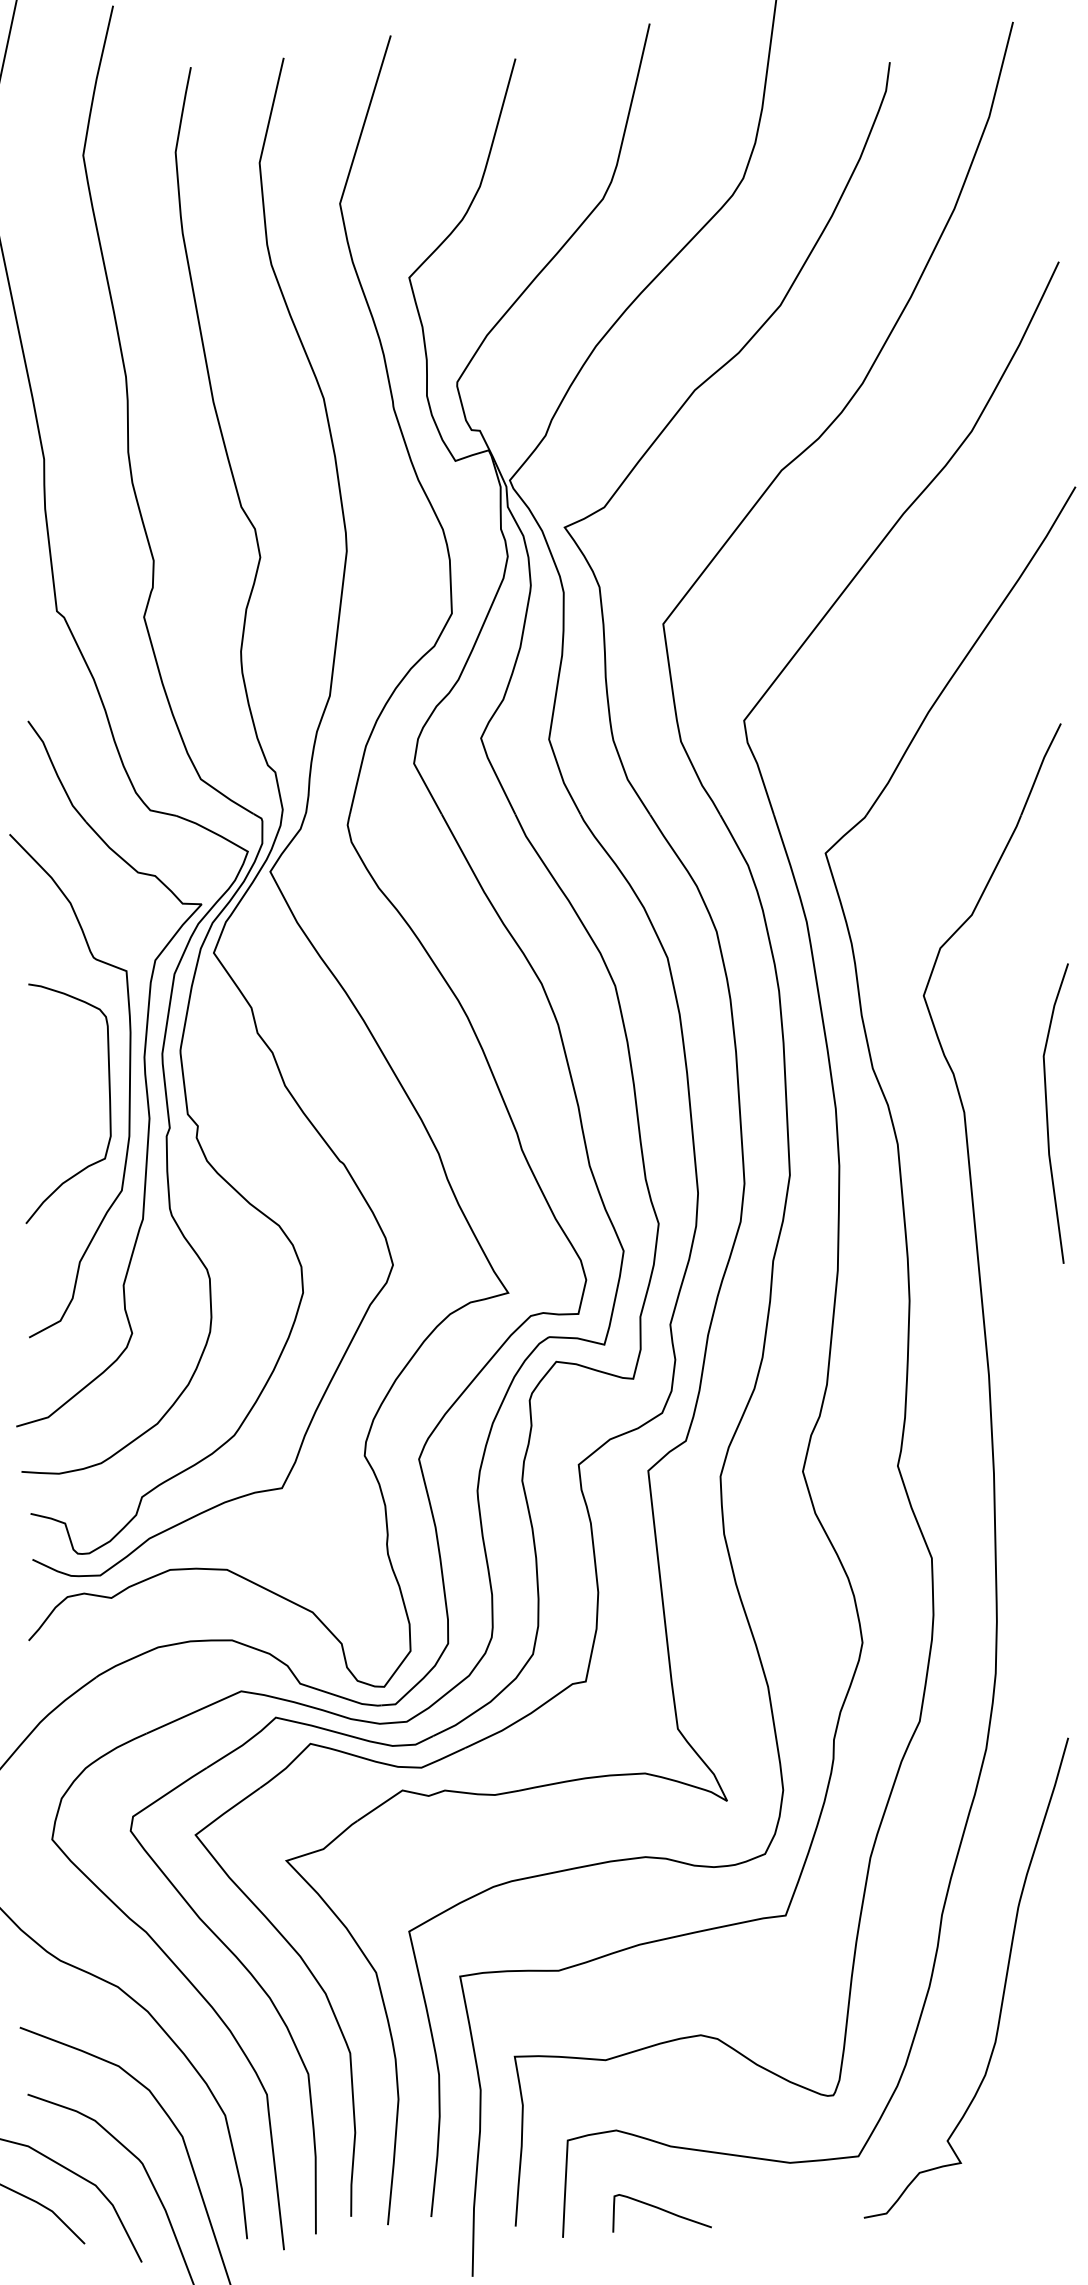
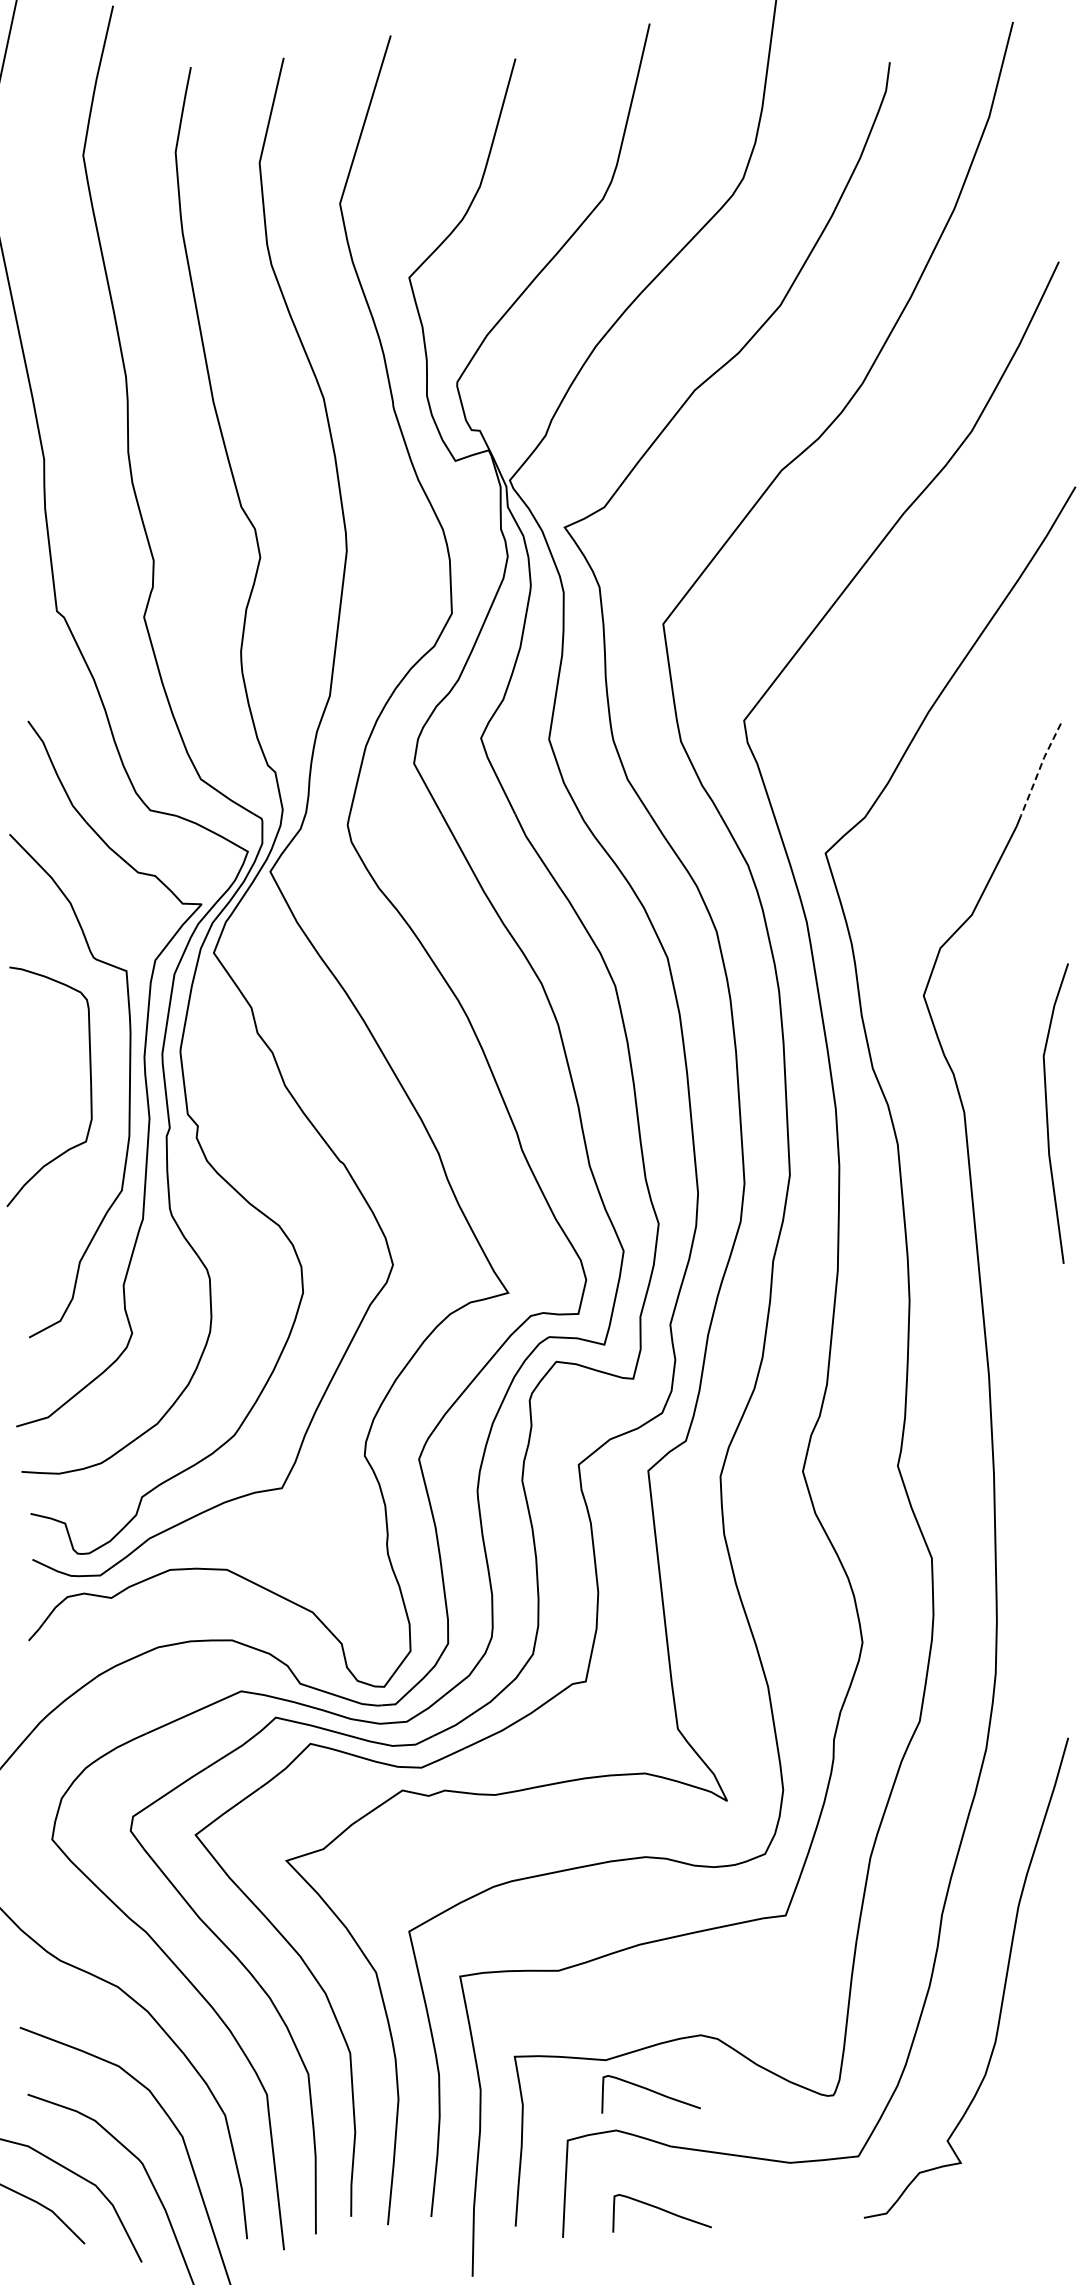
line at (1039, 769): solid -> dashed
curve at (109, 1103) position: (109, 1103) -> (90, 1086)
curve at (652, 2092): none -> present
